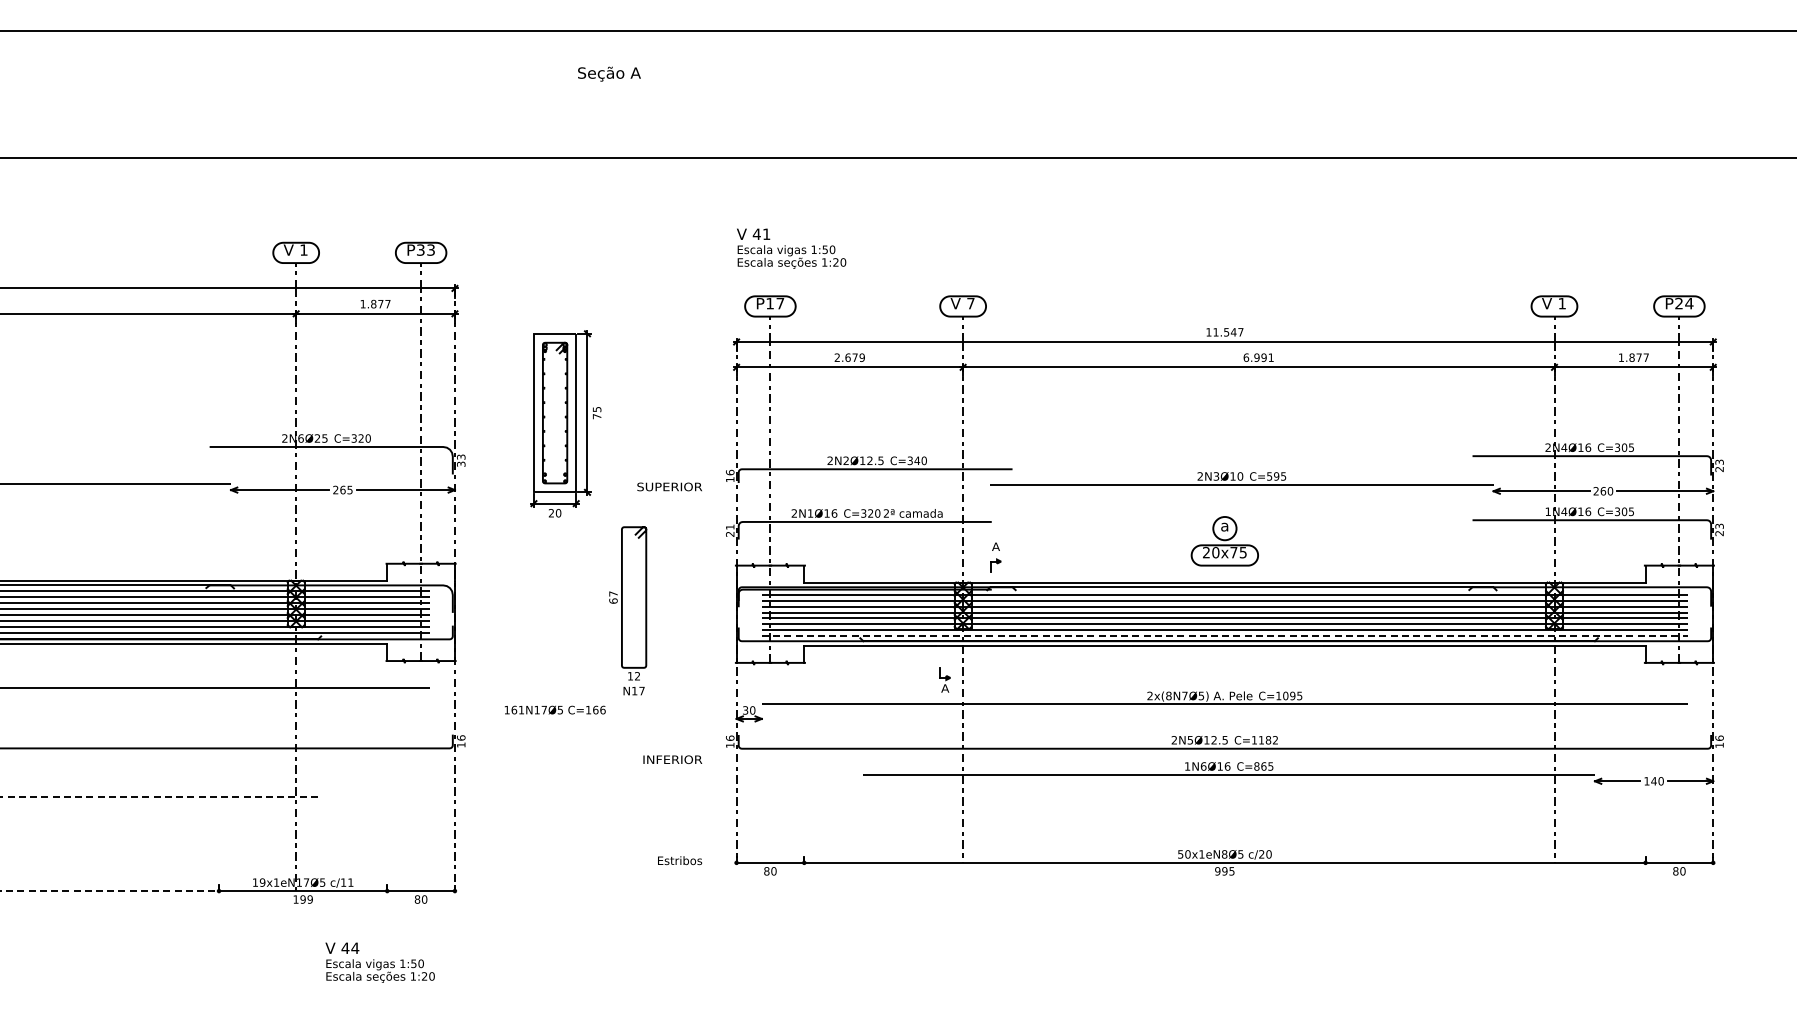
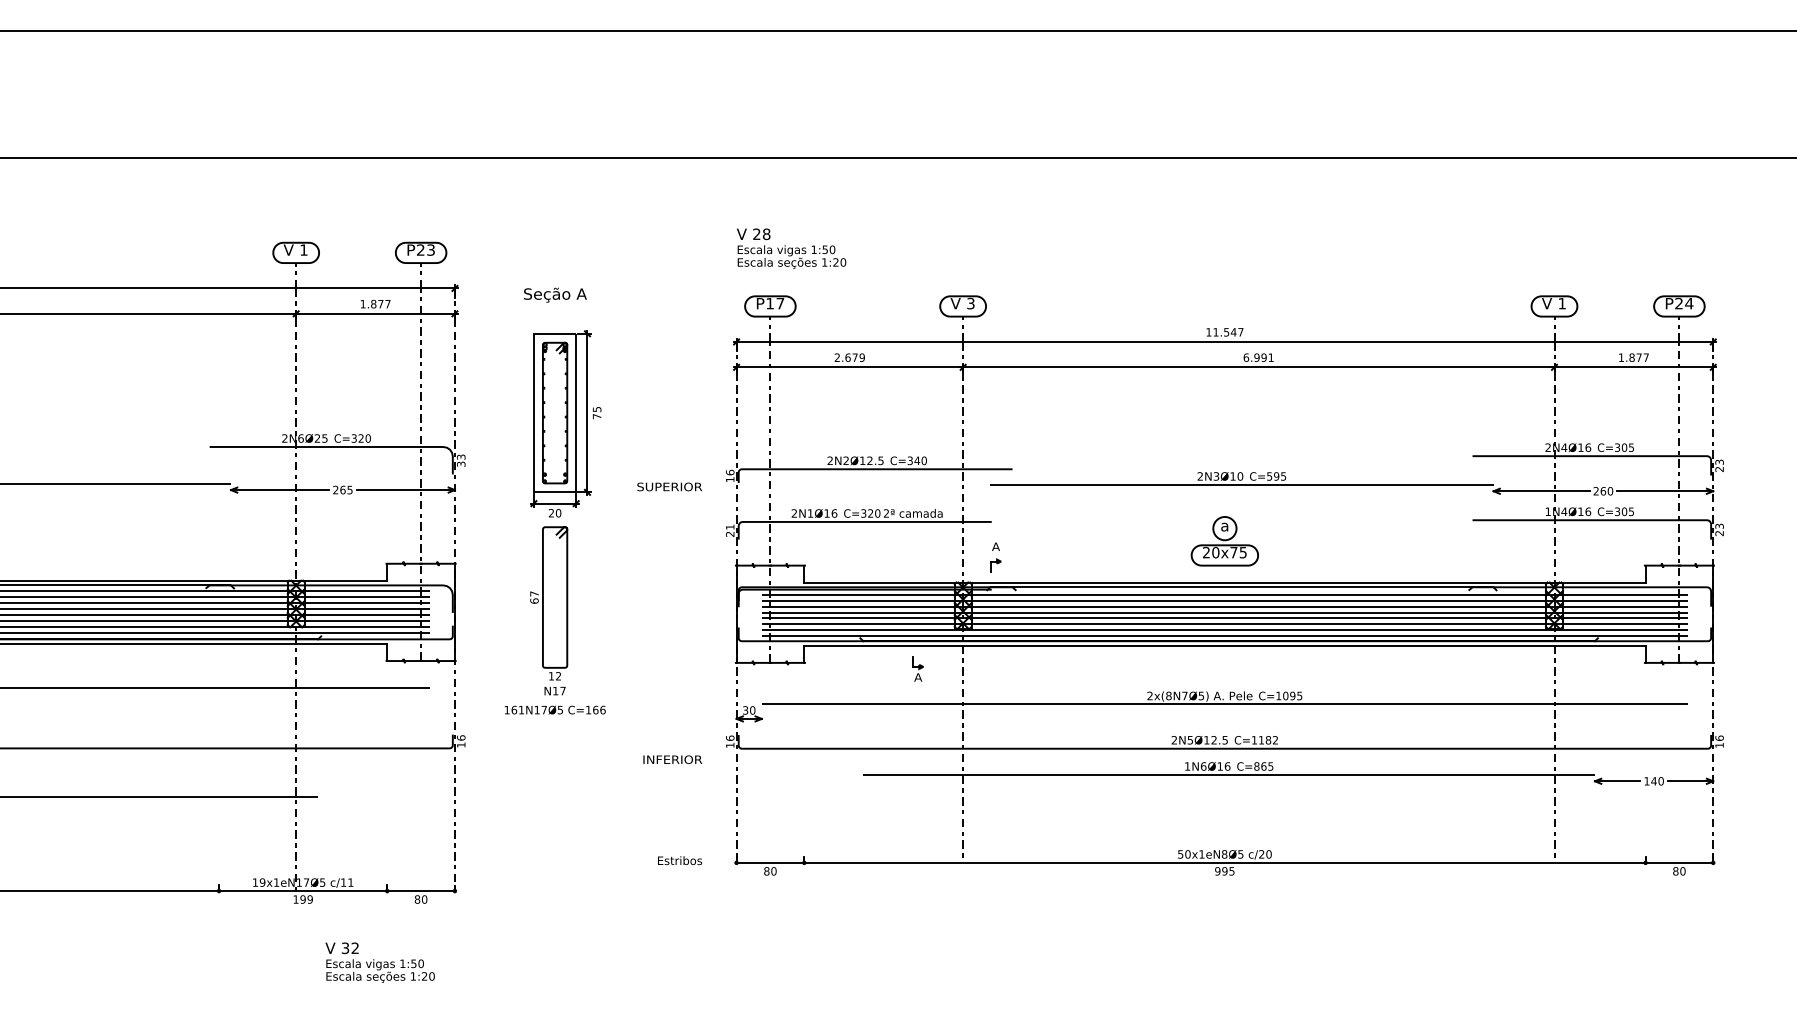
text at (609, 73) position: (609, 73) -> (555, 294)
text at (761, 234): 41 -> 28
text at (420, 249): P33 -> P23
text at (970, 303): 7 -> 3
part at (628, 610) position: (628, 610) -> (549, 610)
line at (1225, 635): dashed -> solid
part at (944, 679) position: (944, 679) -> (917, 668)
line at (159, 797): dashed -> solid
line at (114, 891): dashed -> solid
text at (350, 948): 44 -> 32
